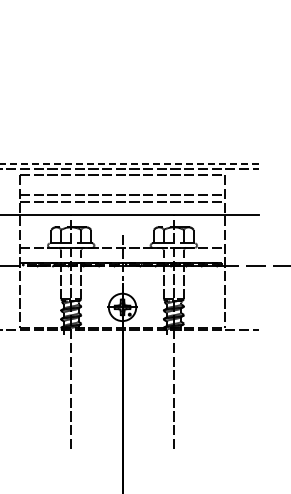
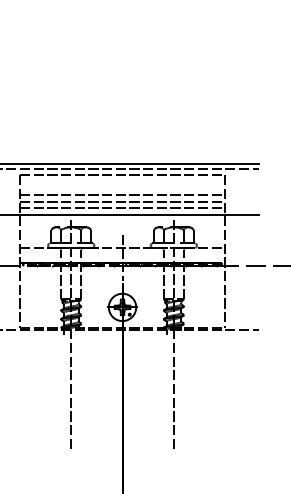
line at (129, 163): dashed -> solid
line at (122, 208): none -> present
